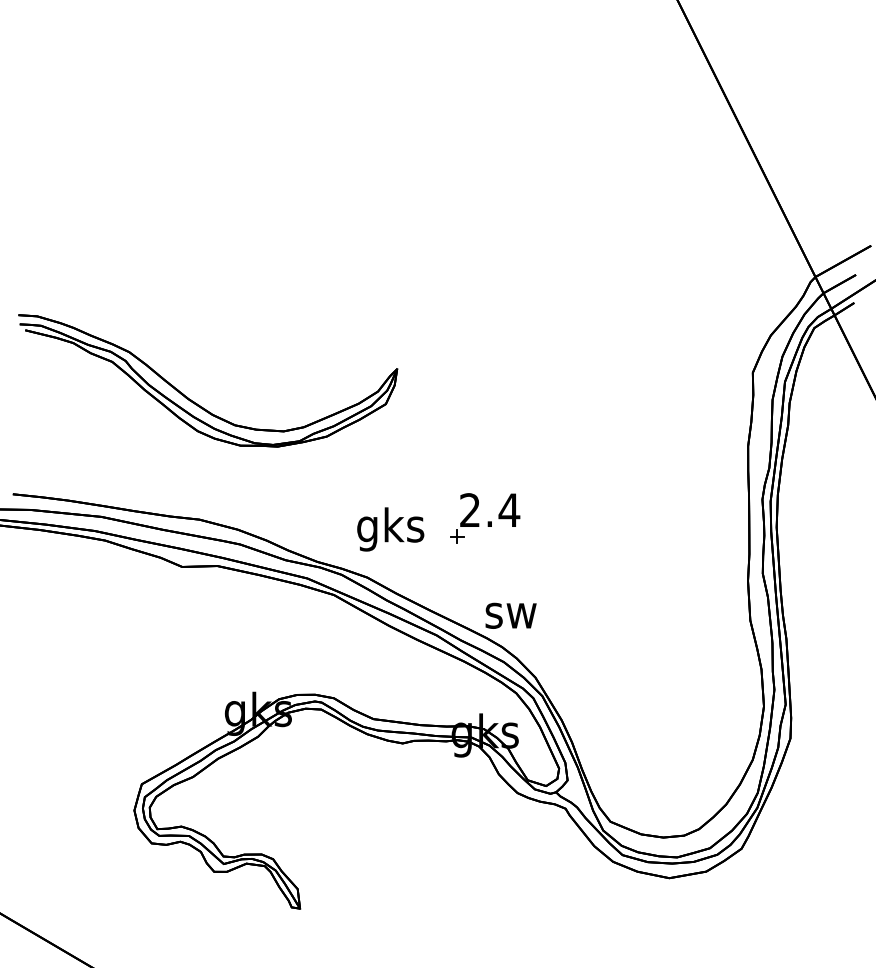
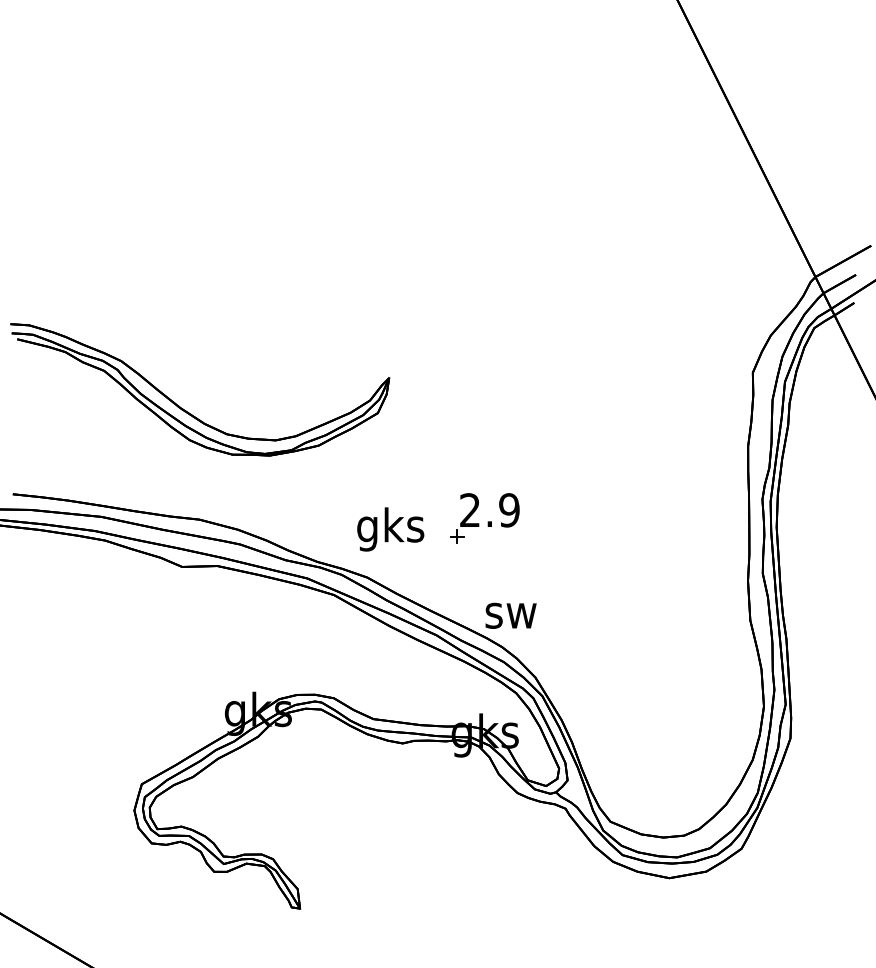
part at (194, 401) position: (194, 401) -> (186, 410)
text at (509, 510): 2.4 -> 2.9
